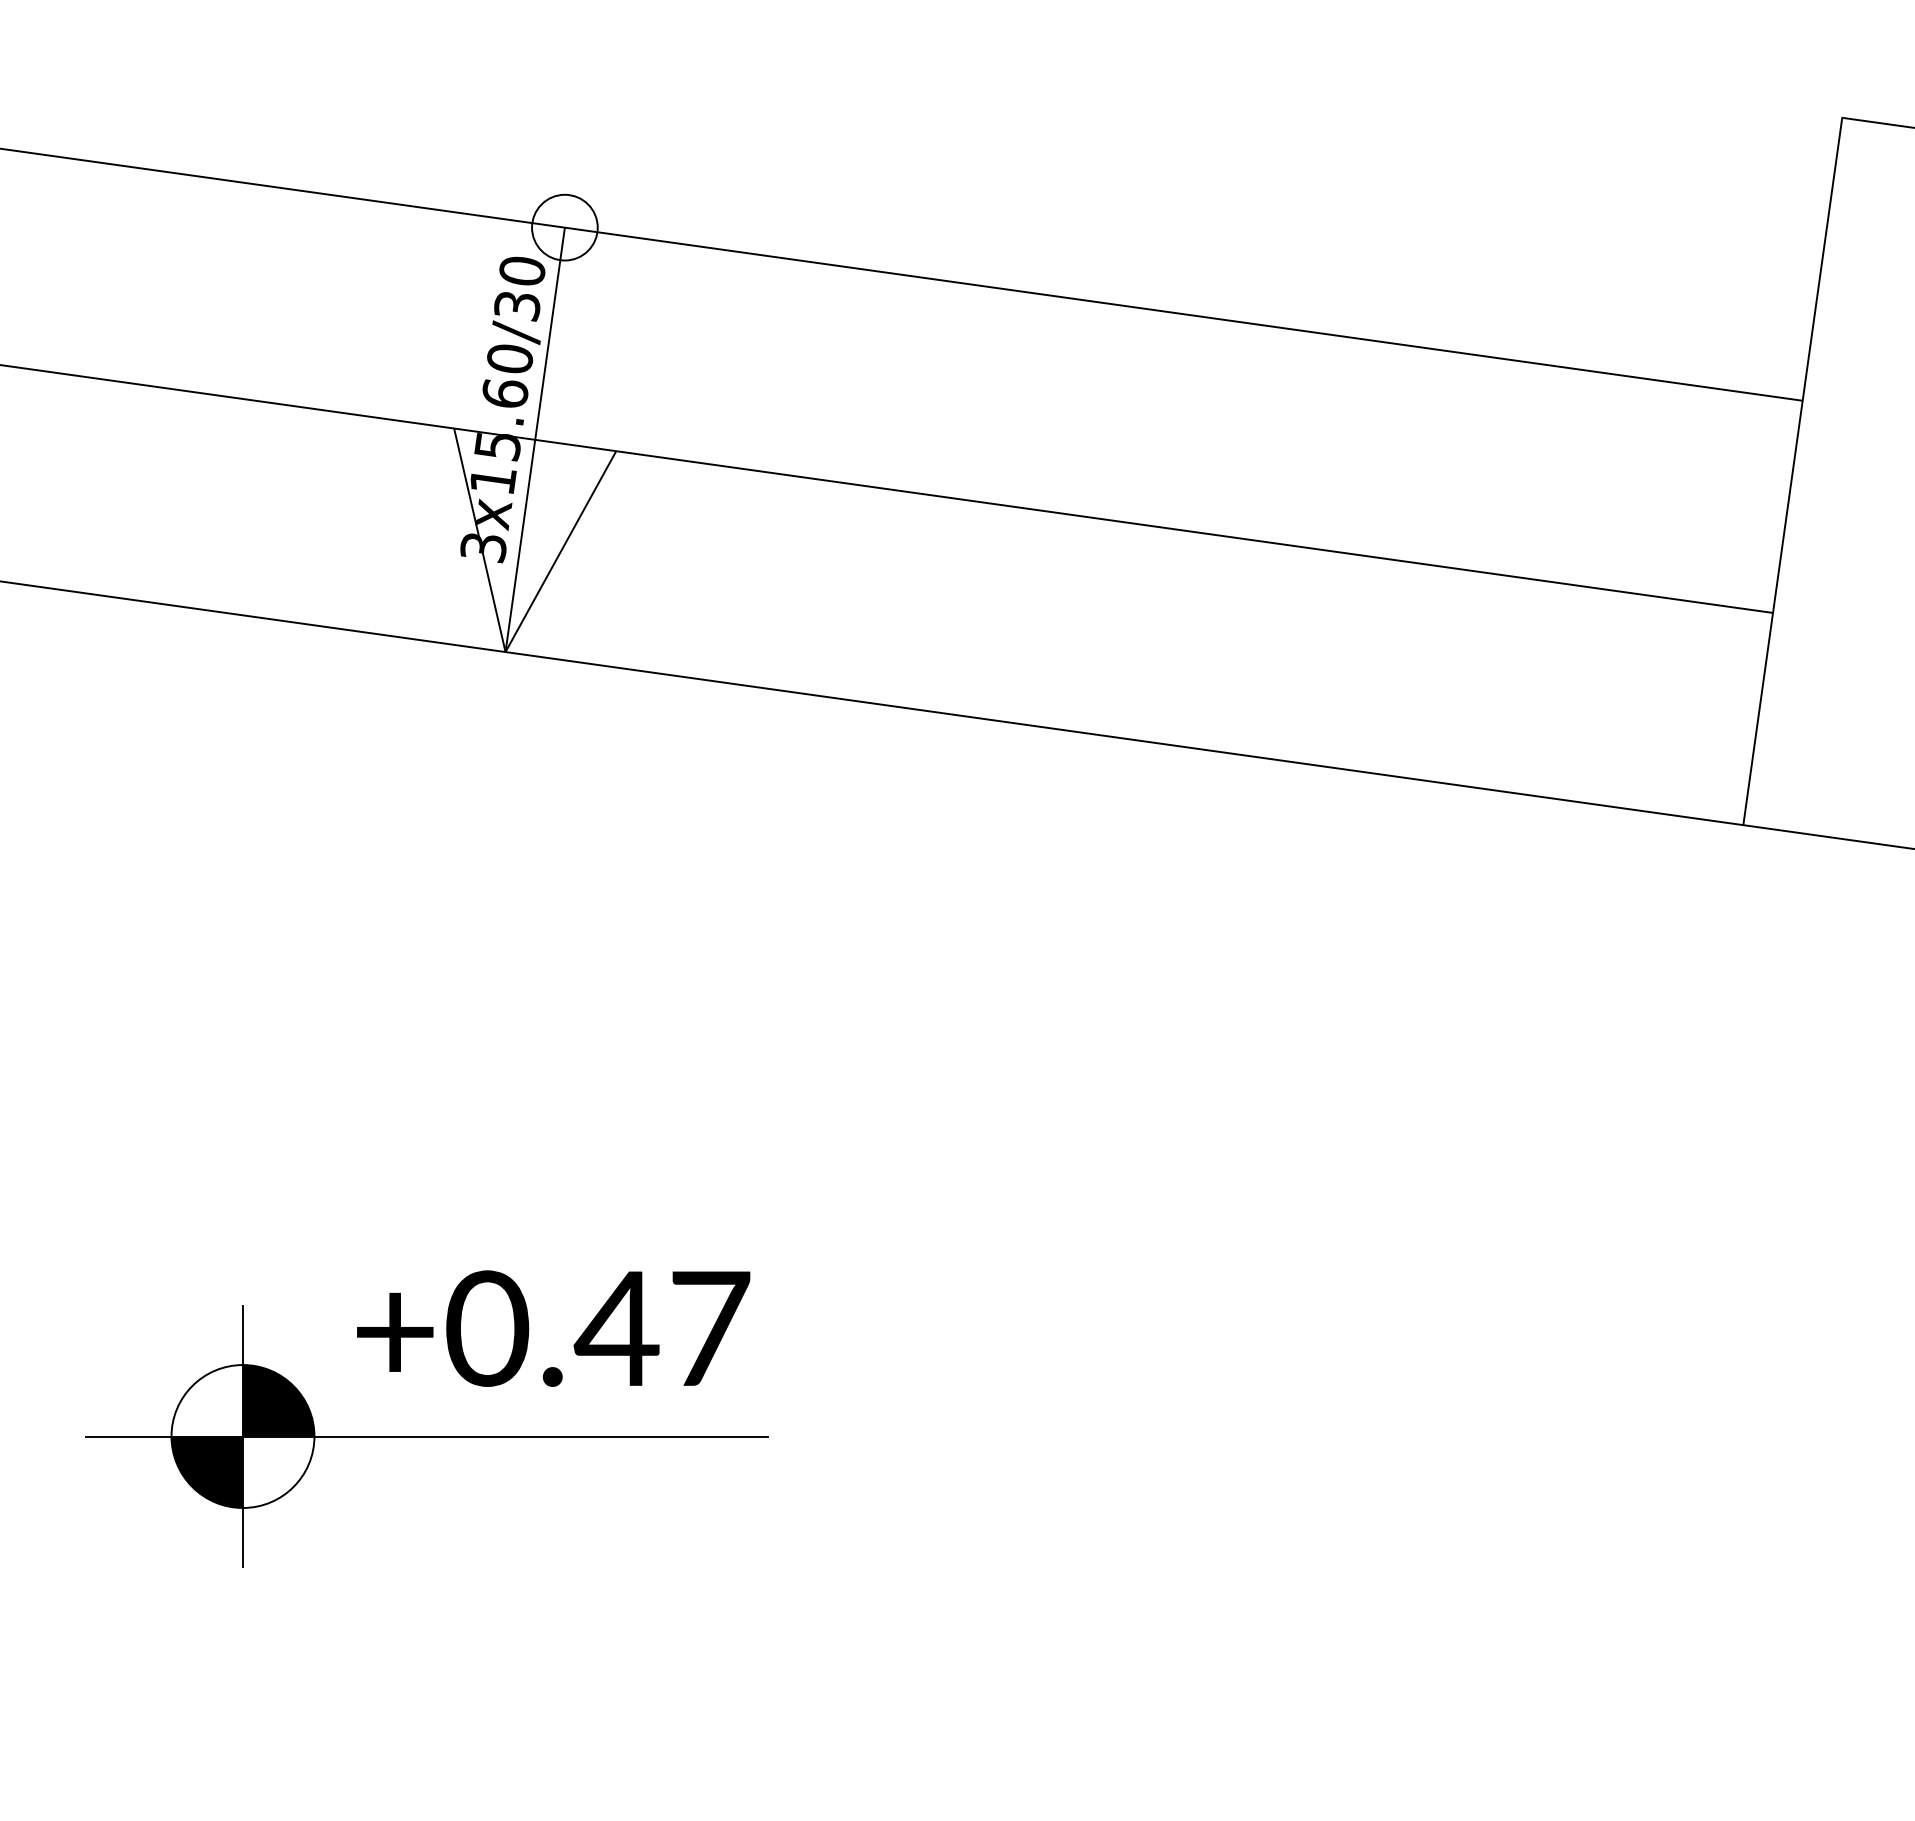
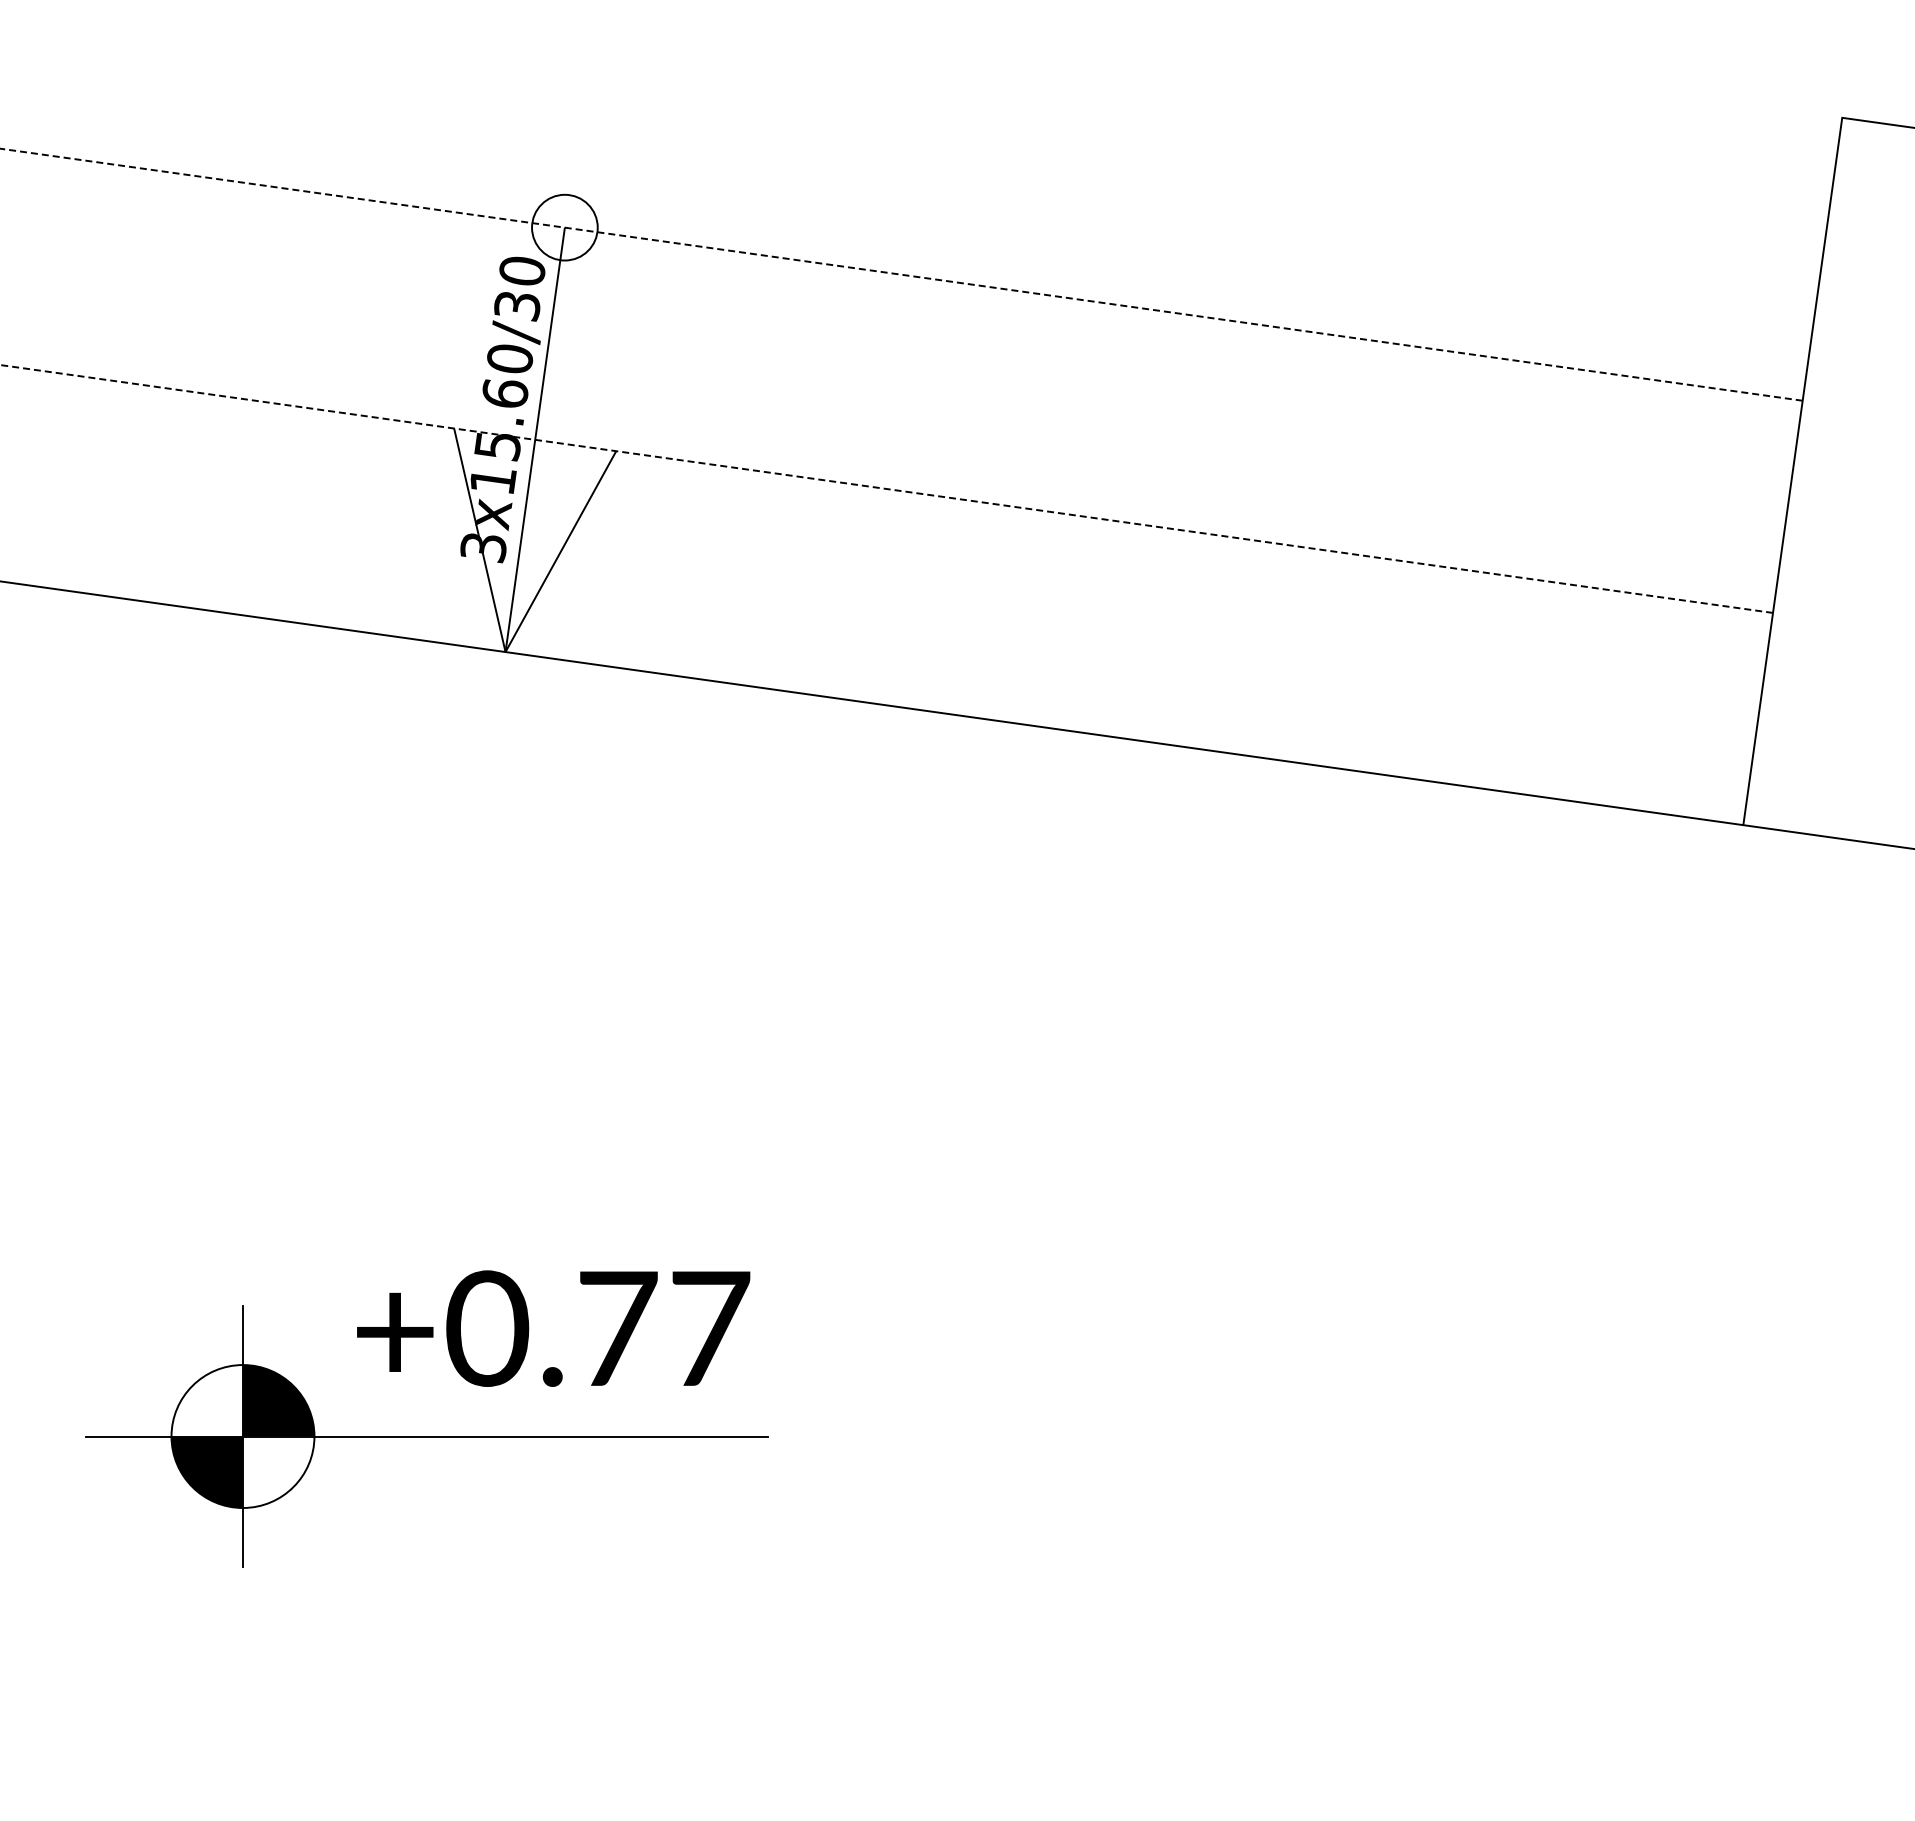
line at (901, 274): solid -> dashed
line at (886, 489): solid -> dashed
text at (616, 1328): +0.47 -> +0.77
